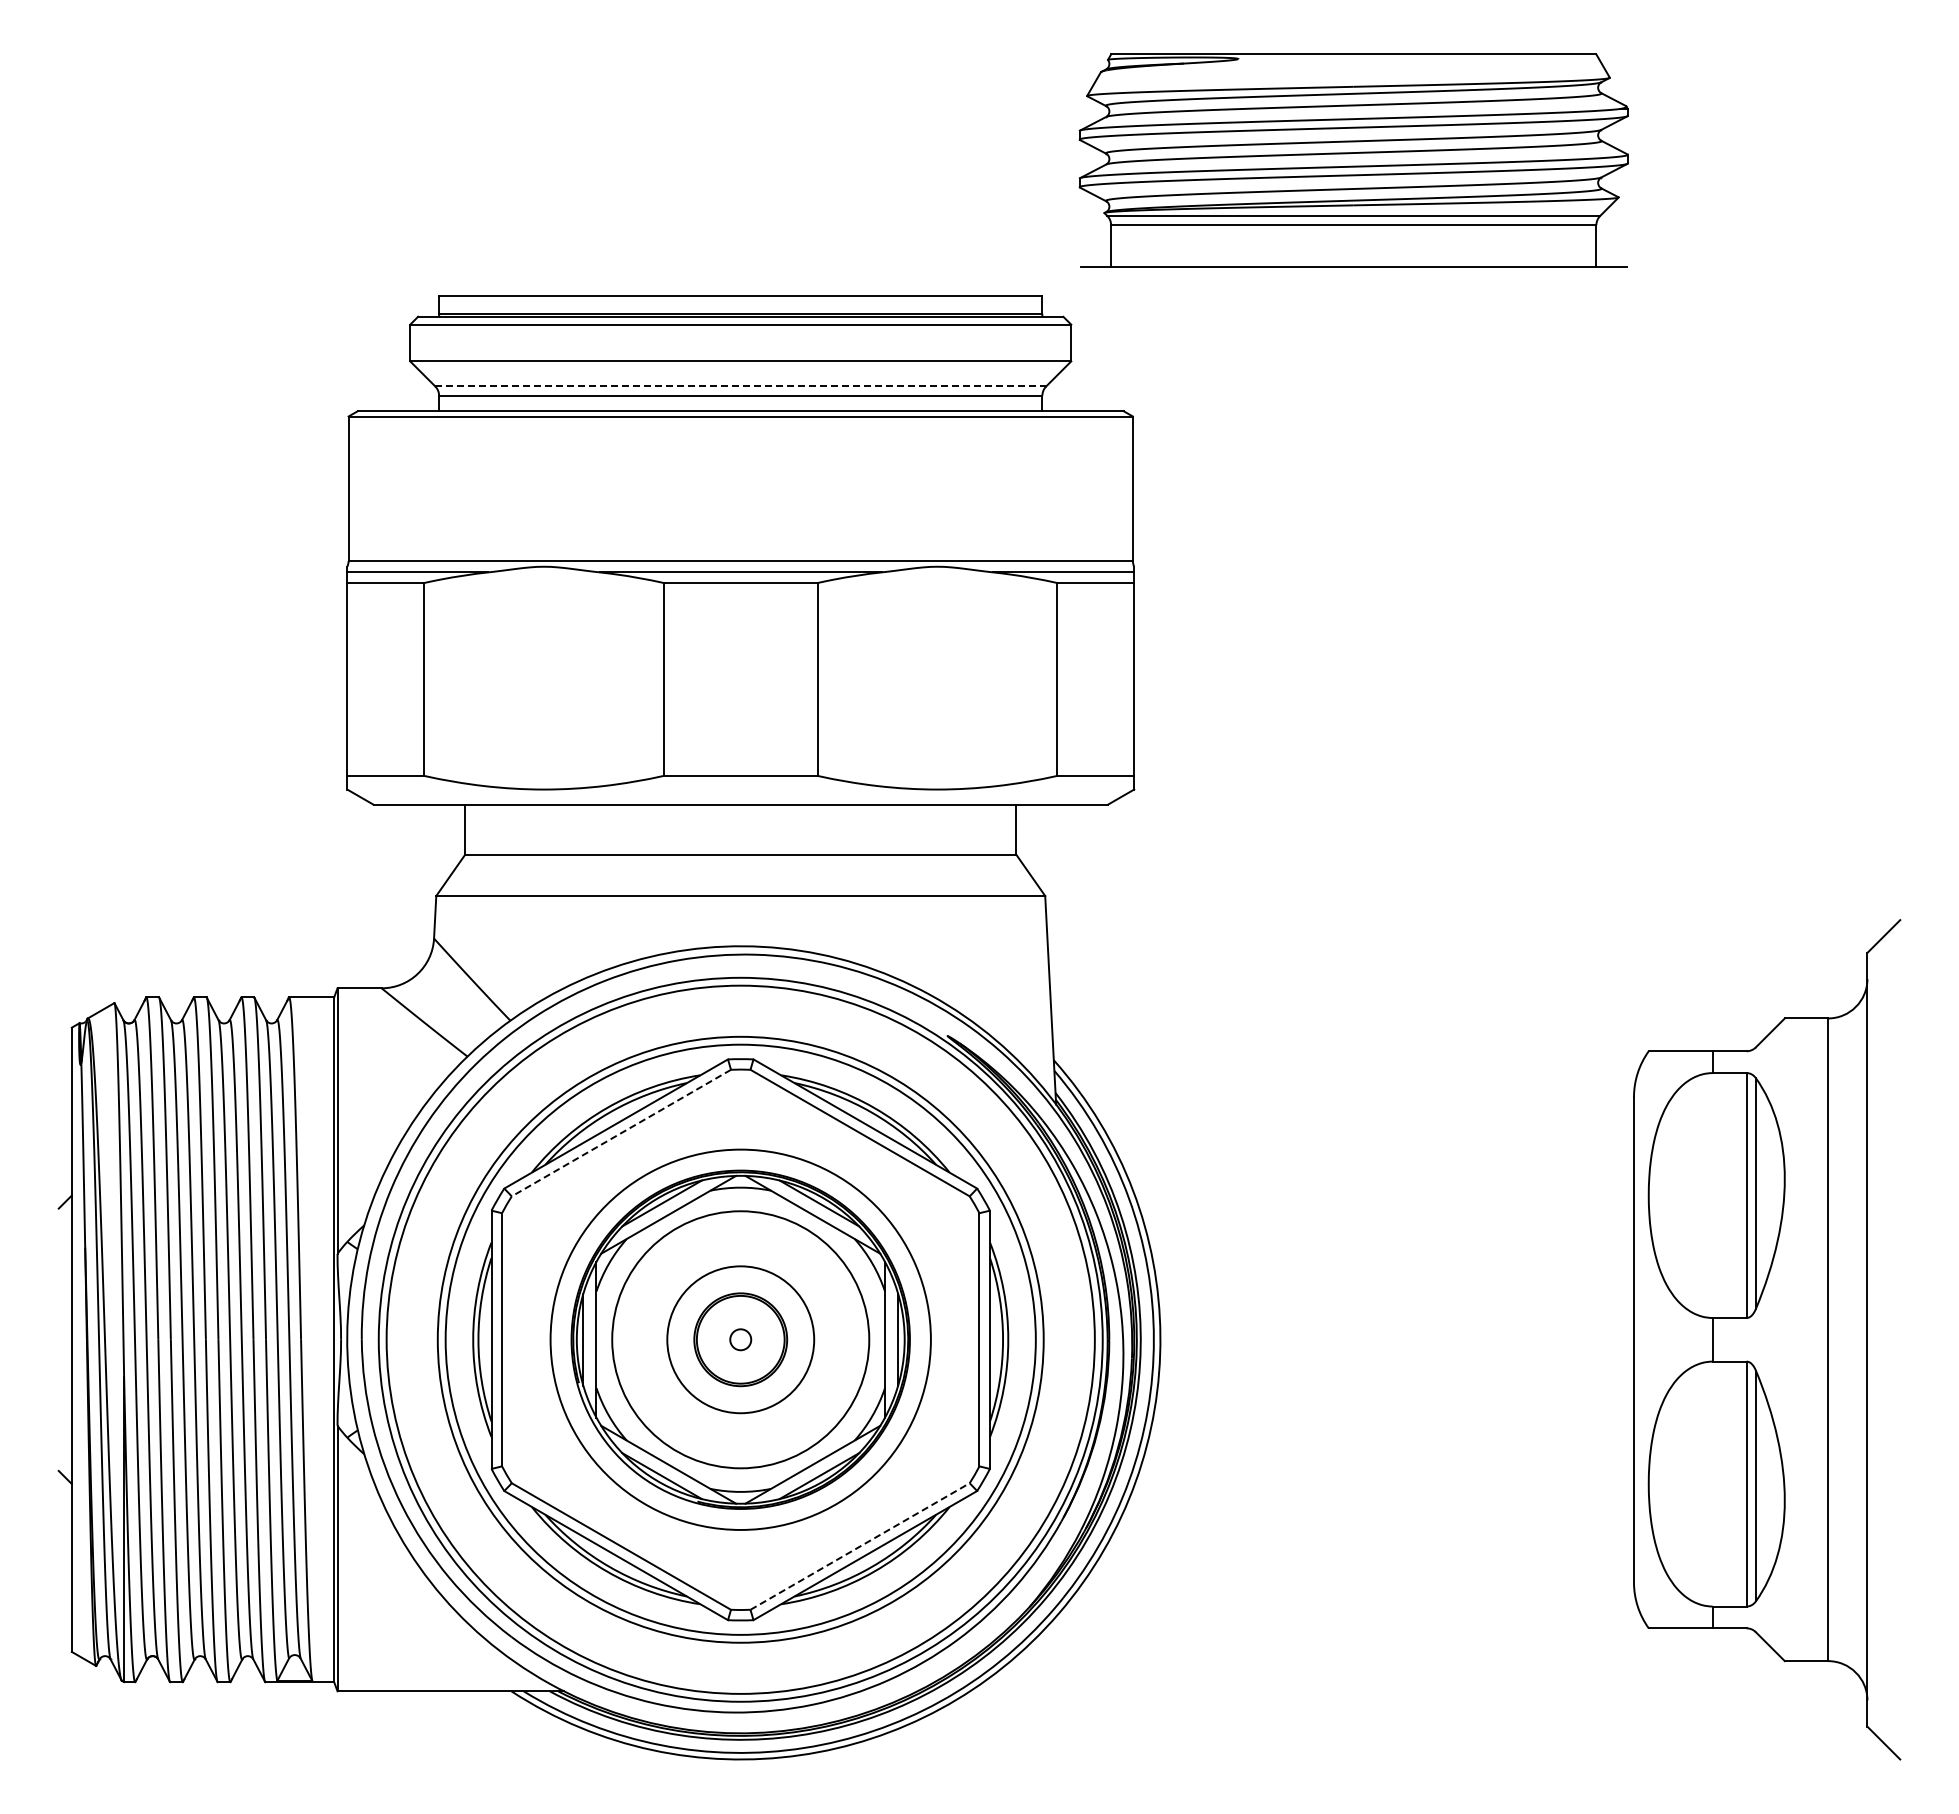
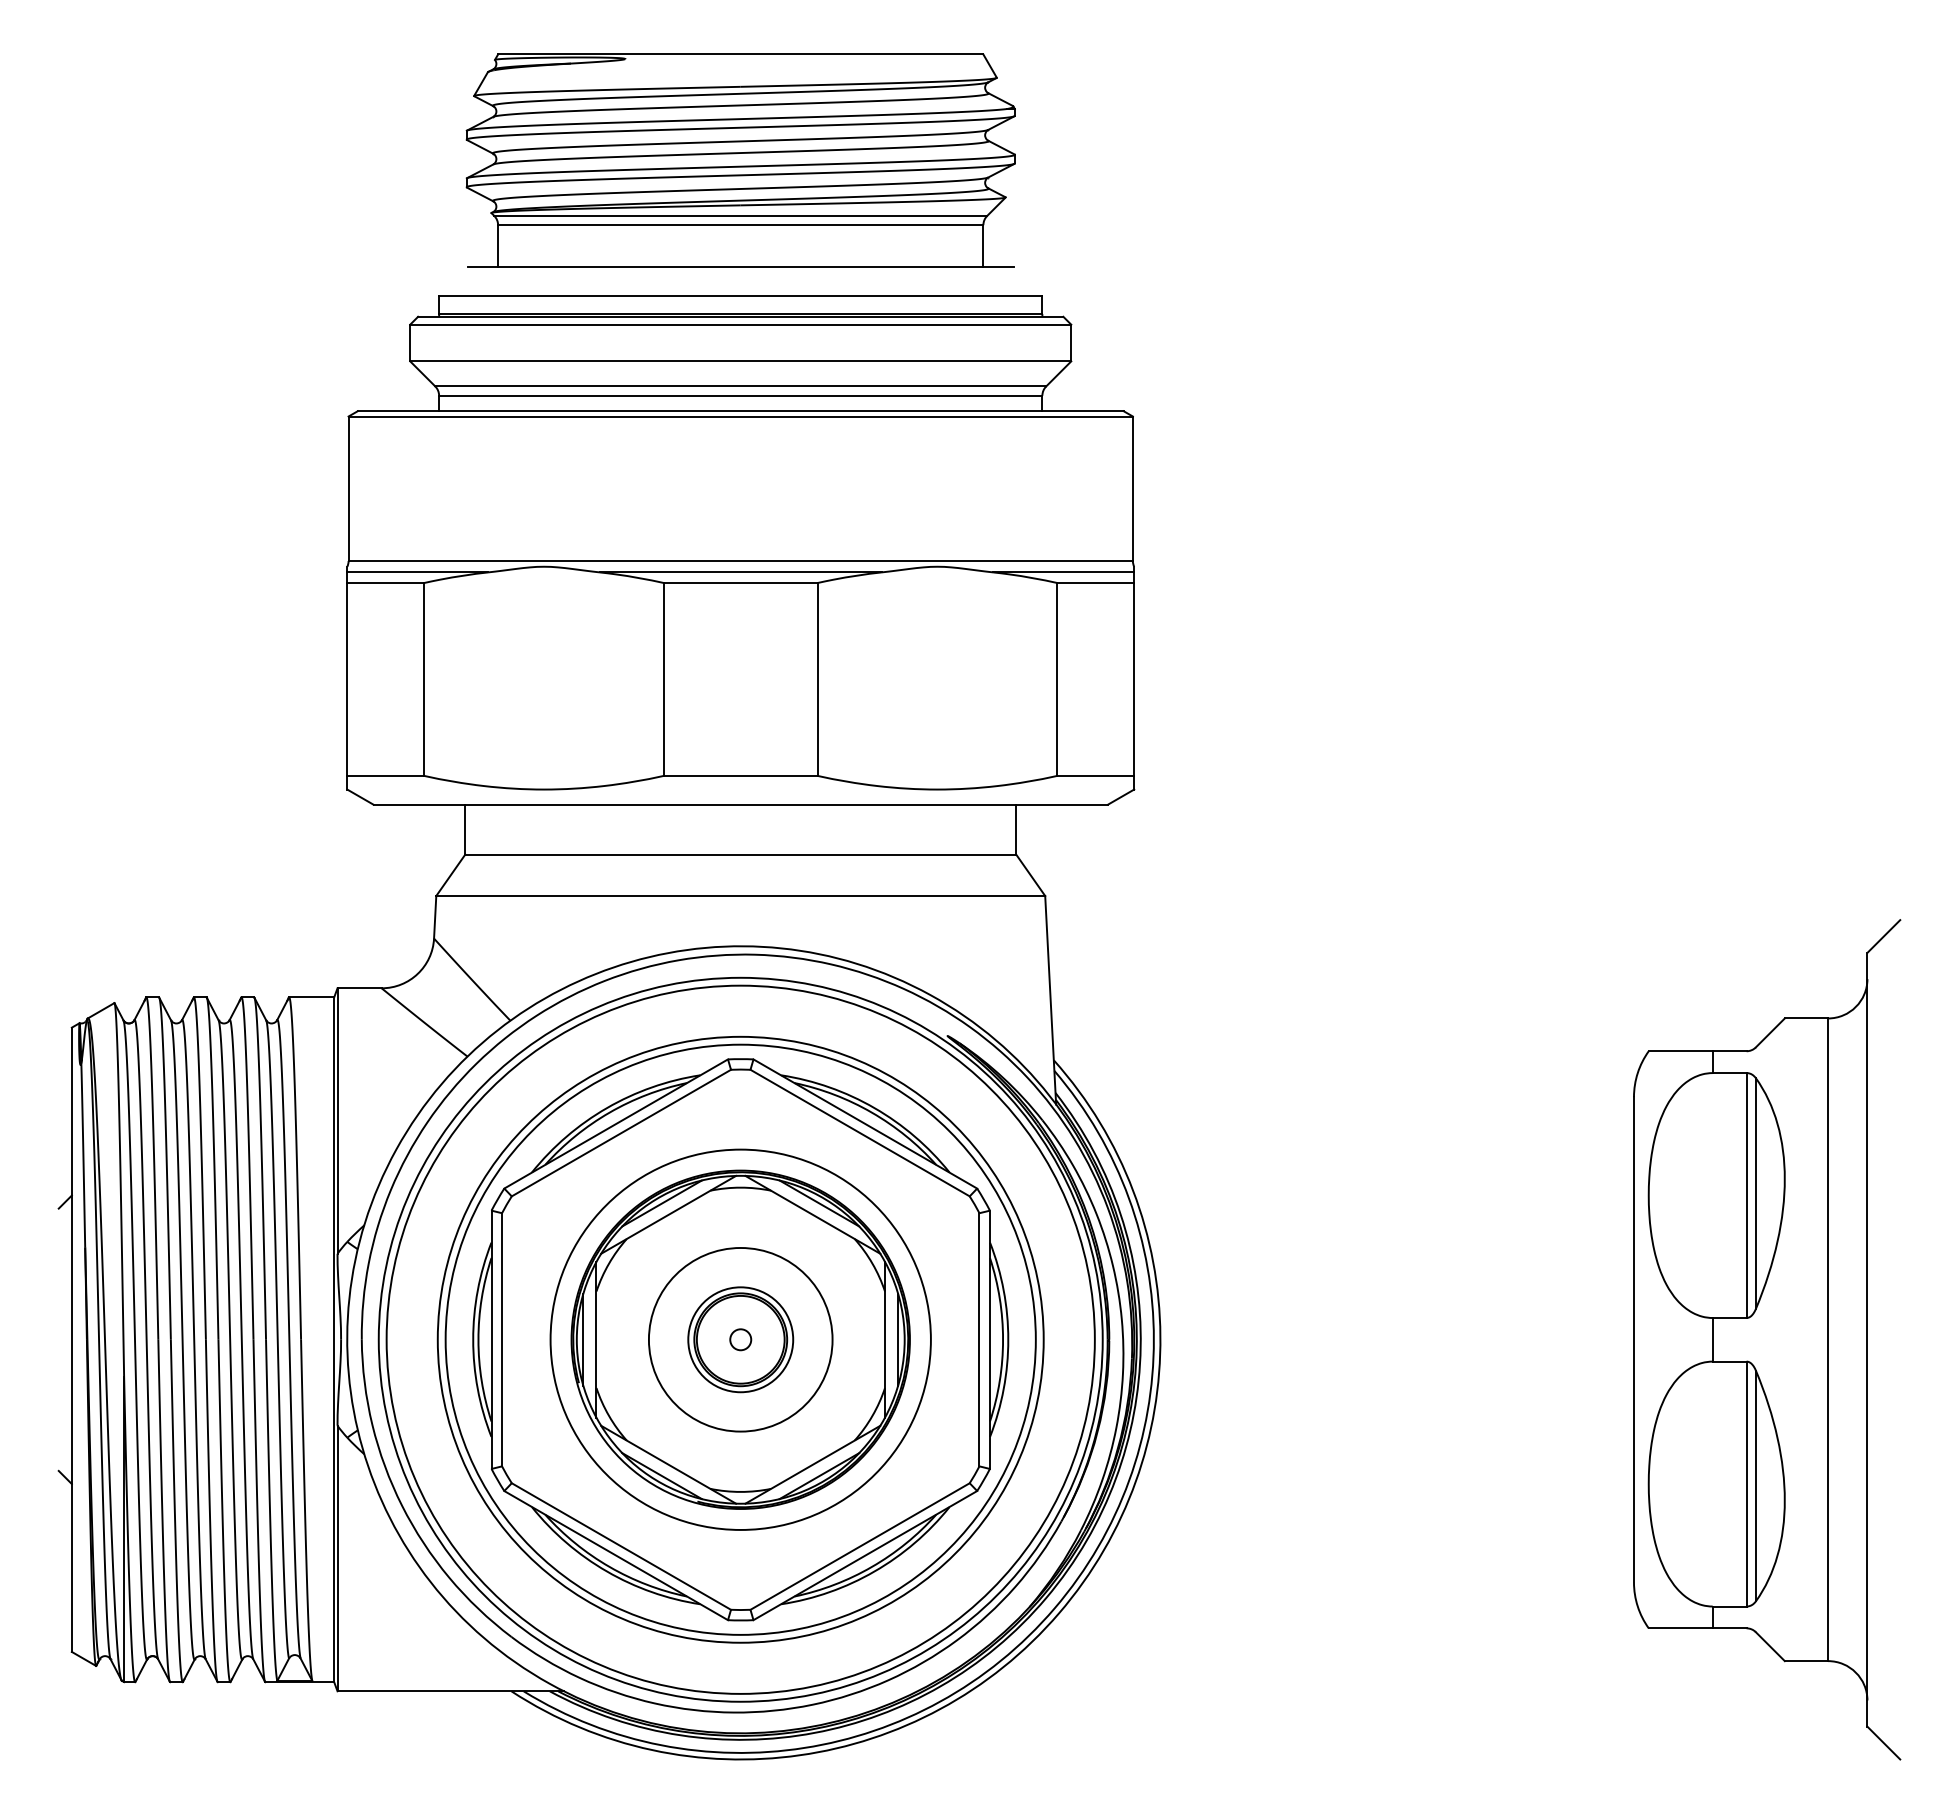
part at (1353, 160) position: (1353, 160) -> (740, 160)
line at (741, 386): dashed -> solid
line at (621, 1133): dashed -> solid
circle at (740, 1339) diameter: 147 px -> 105 px
circle at (740, 1339) diameter: 257 px -> 184 px
line at (860, 1546): dashed -> solid
